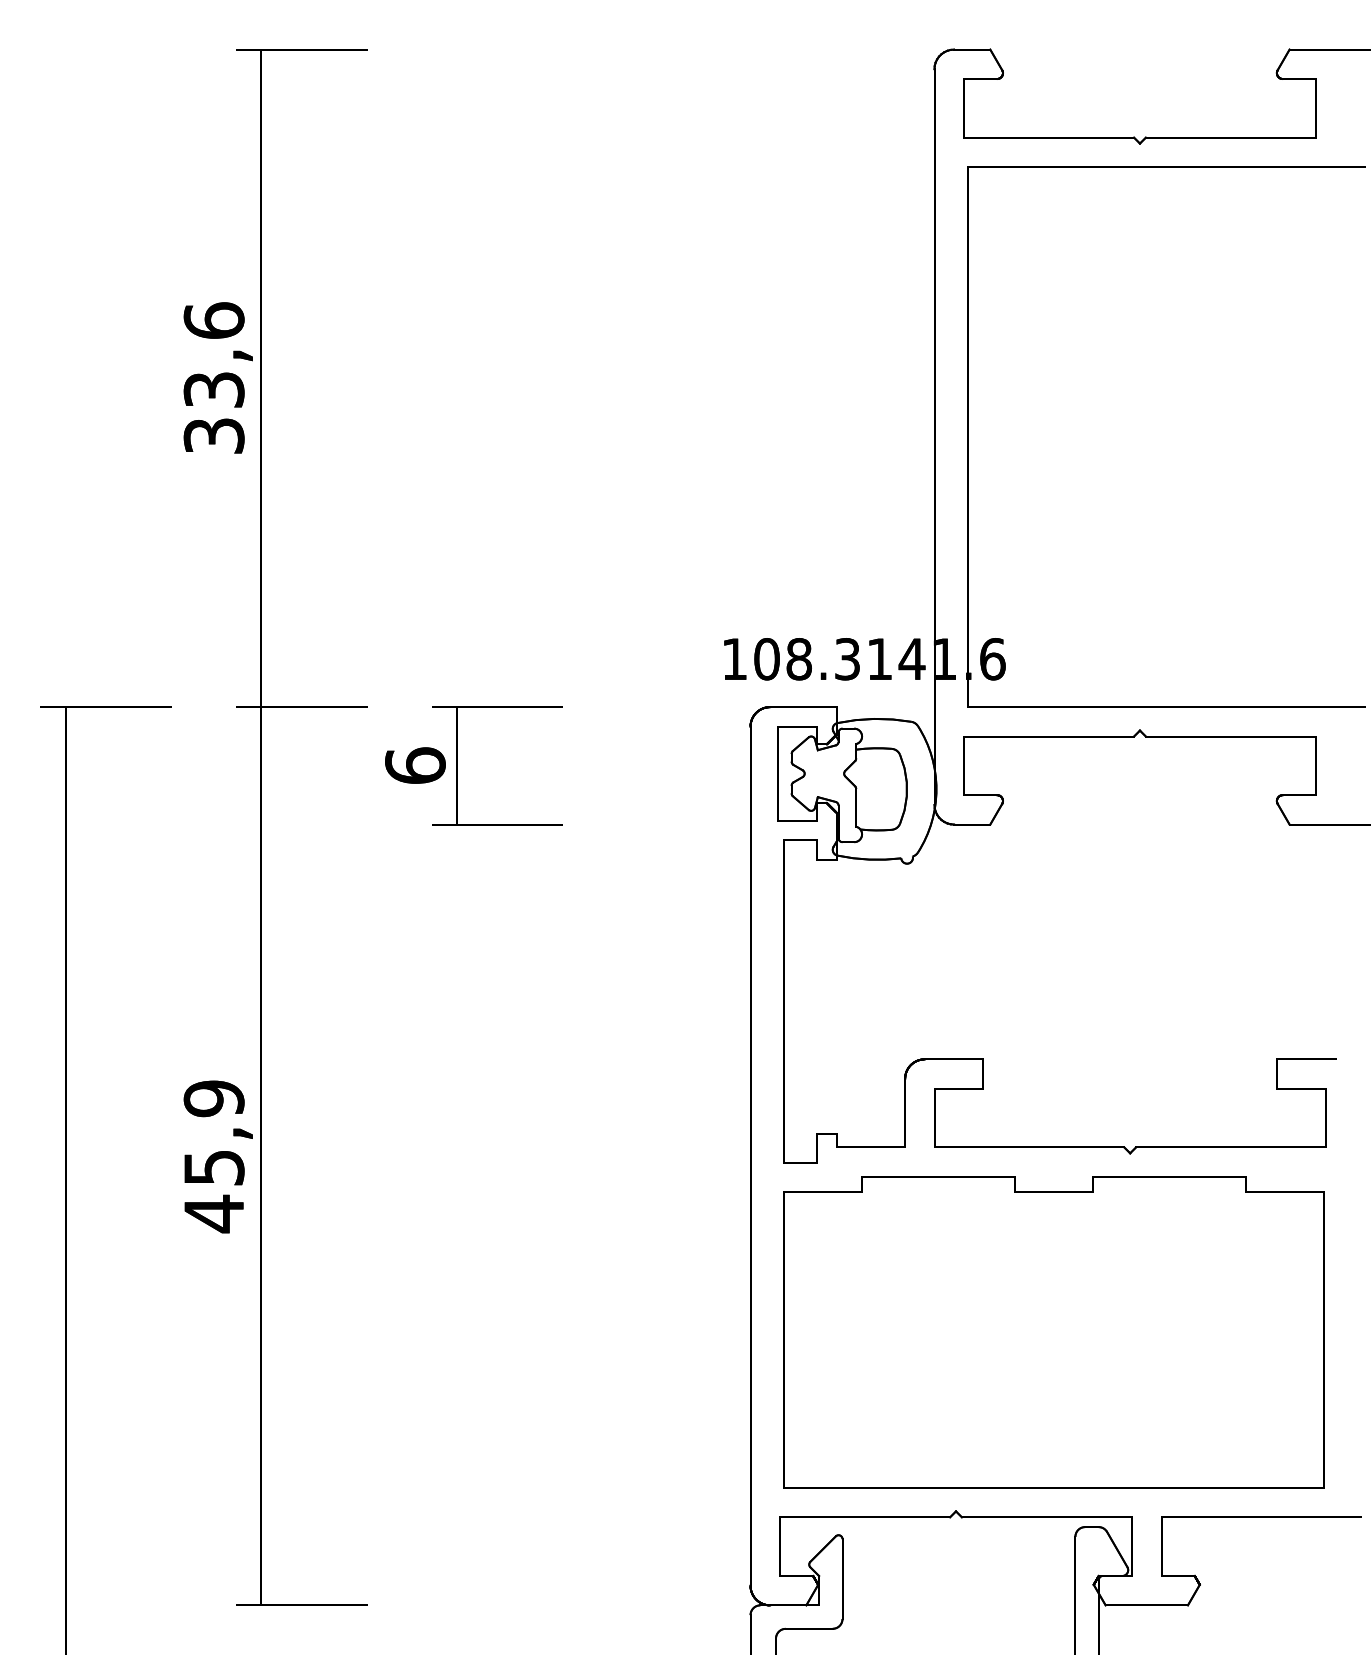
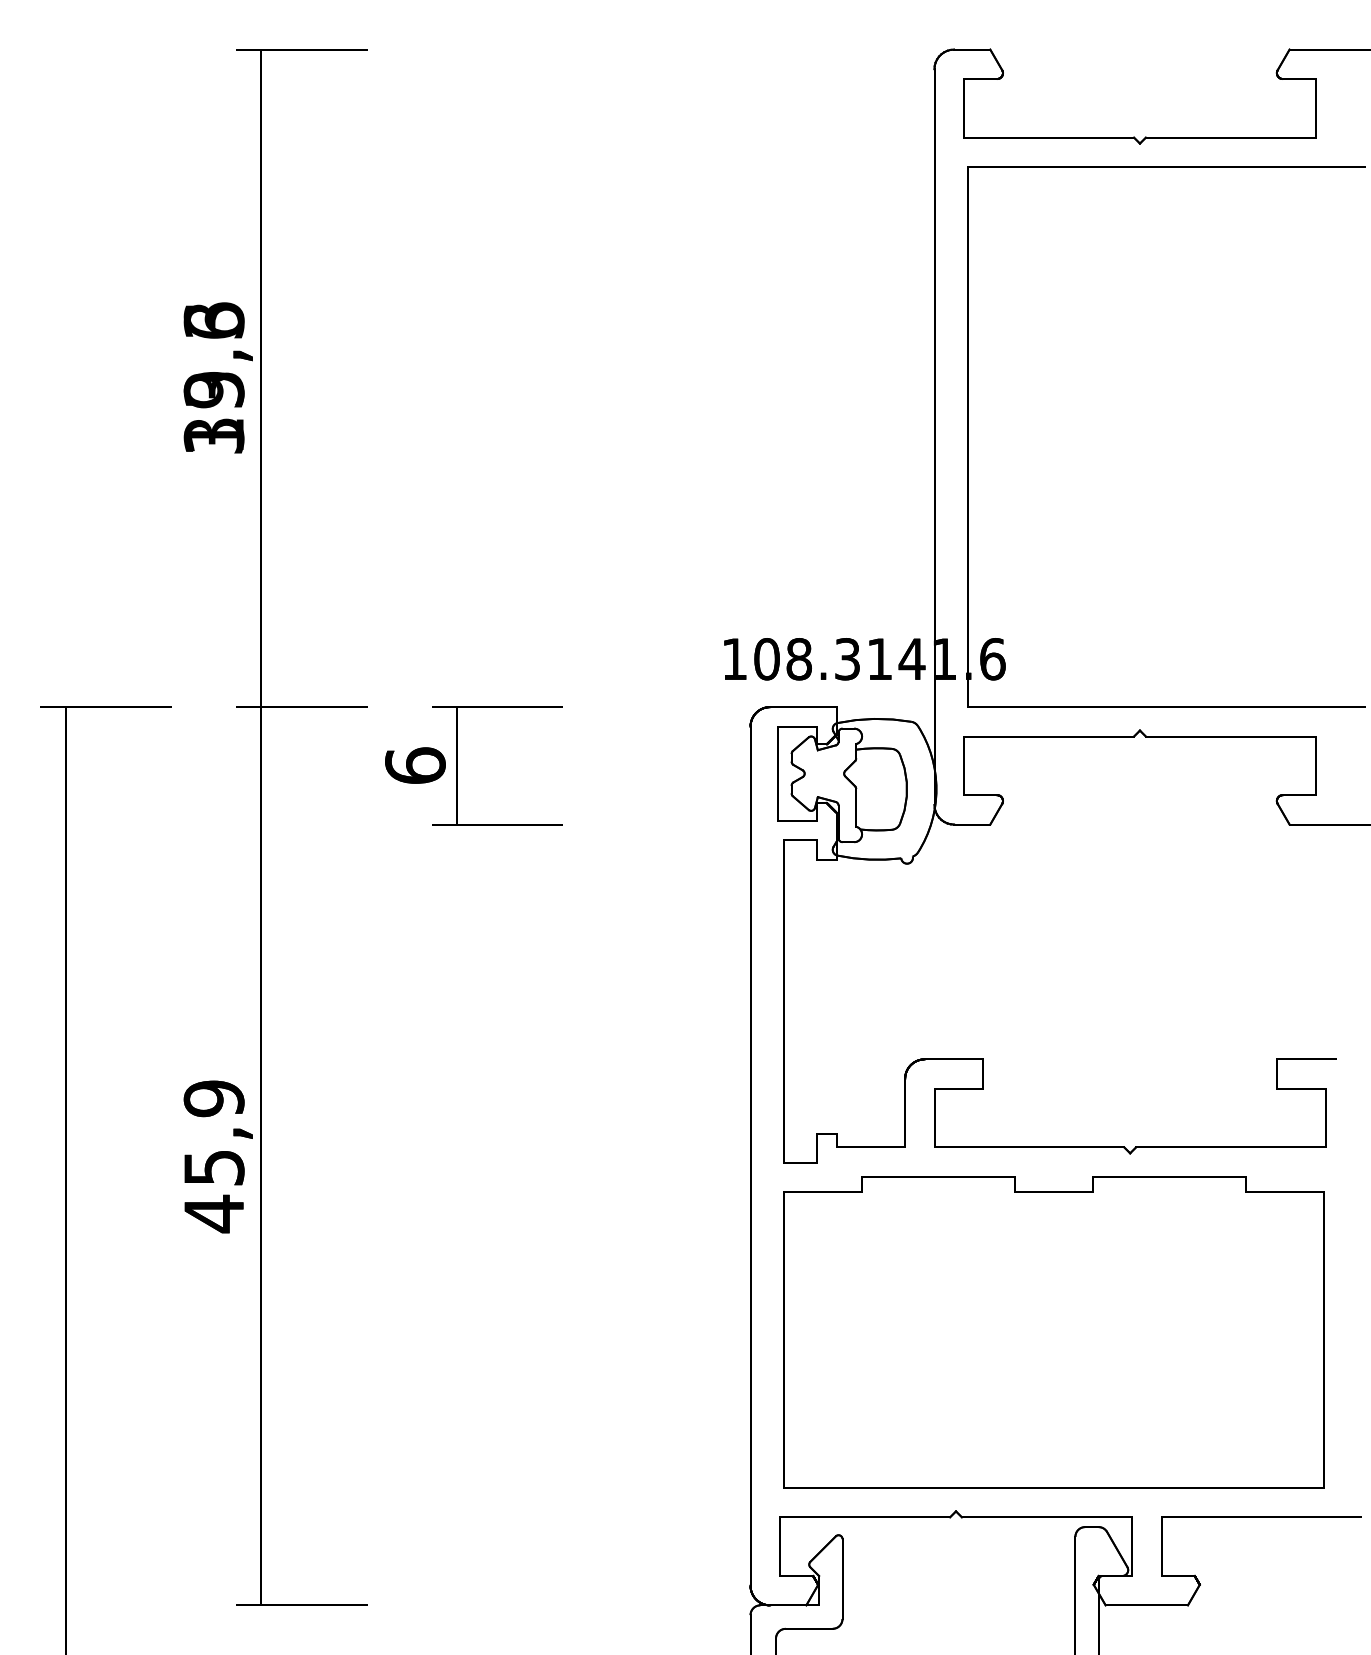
text at (213, 377): 33,6 -> 19,3
